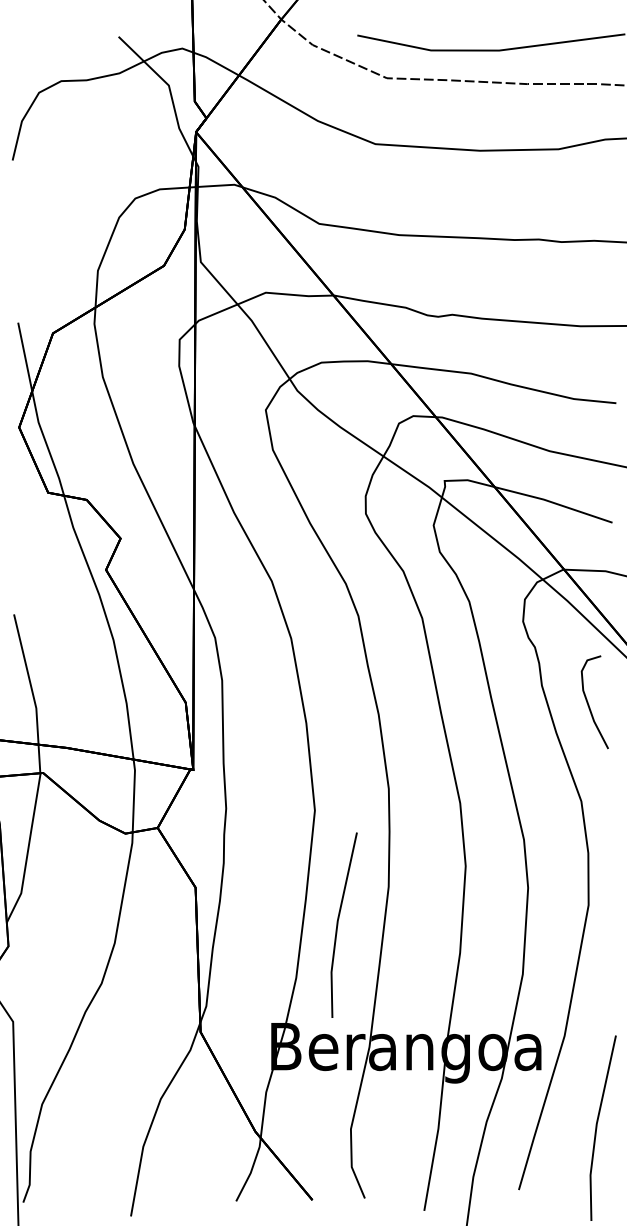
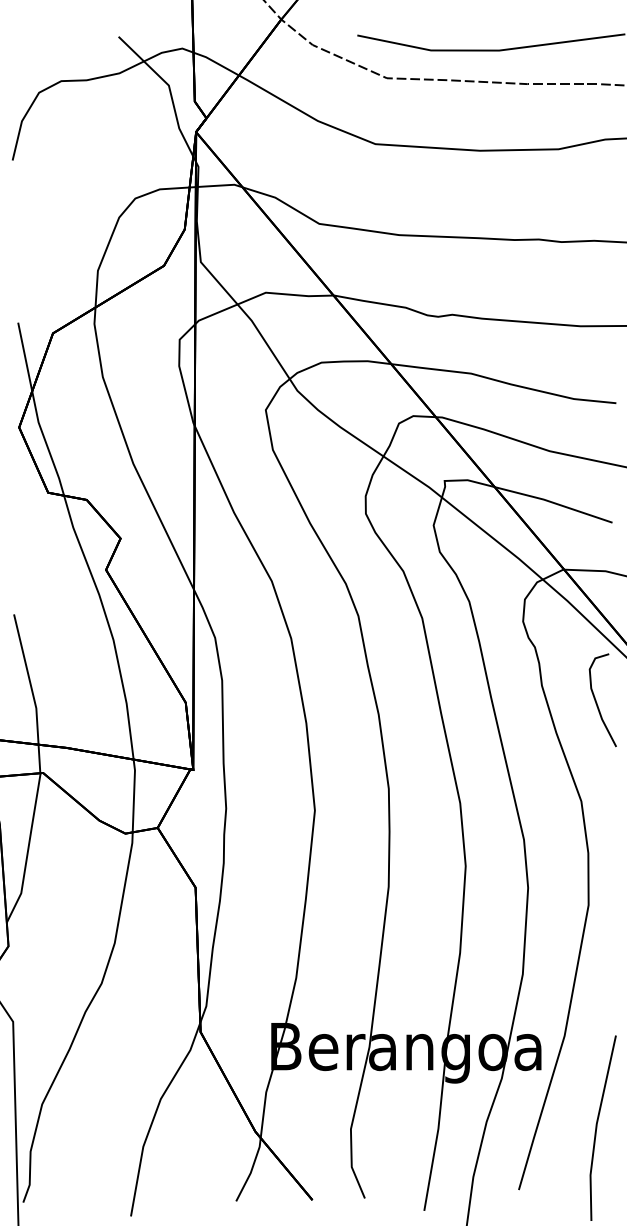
curve at (589, 704) position: (589, 704) -> (597, 702)
line at (338, 924): present -> none
